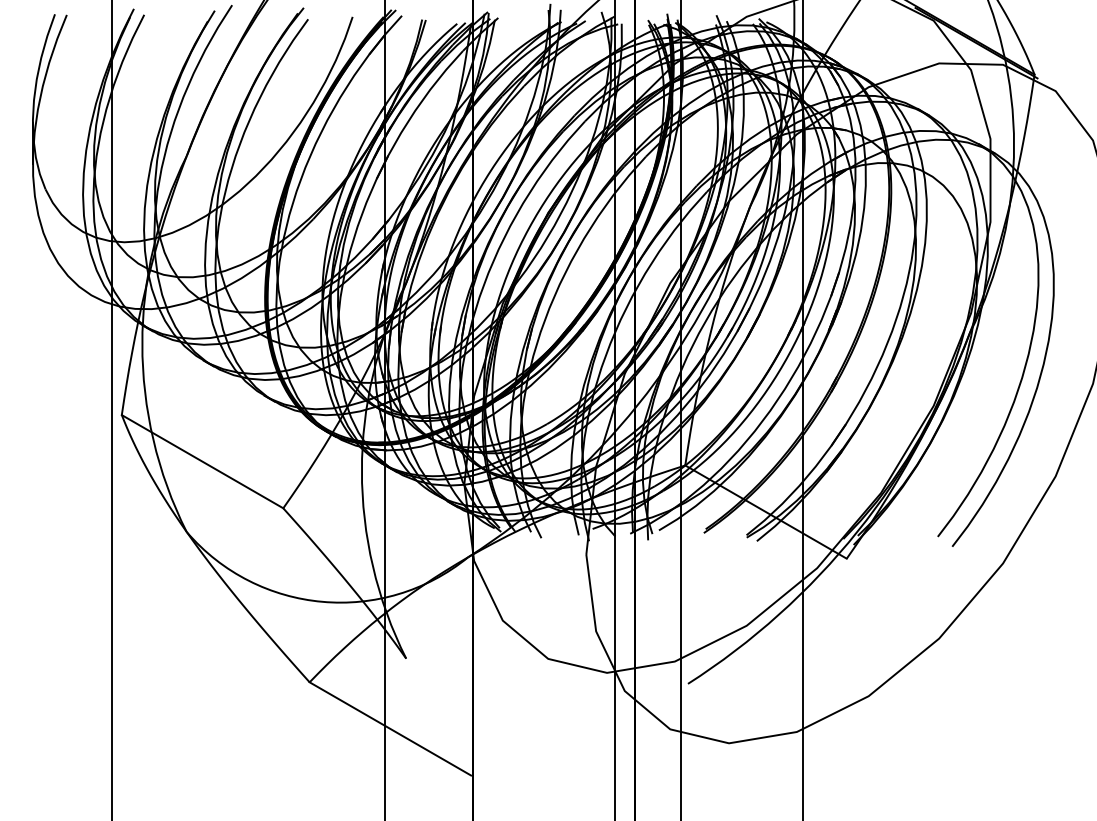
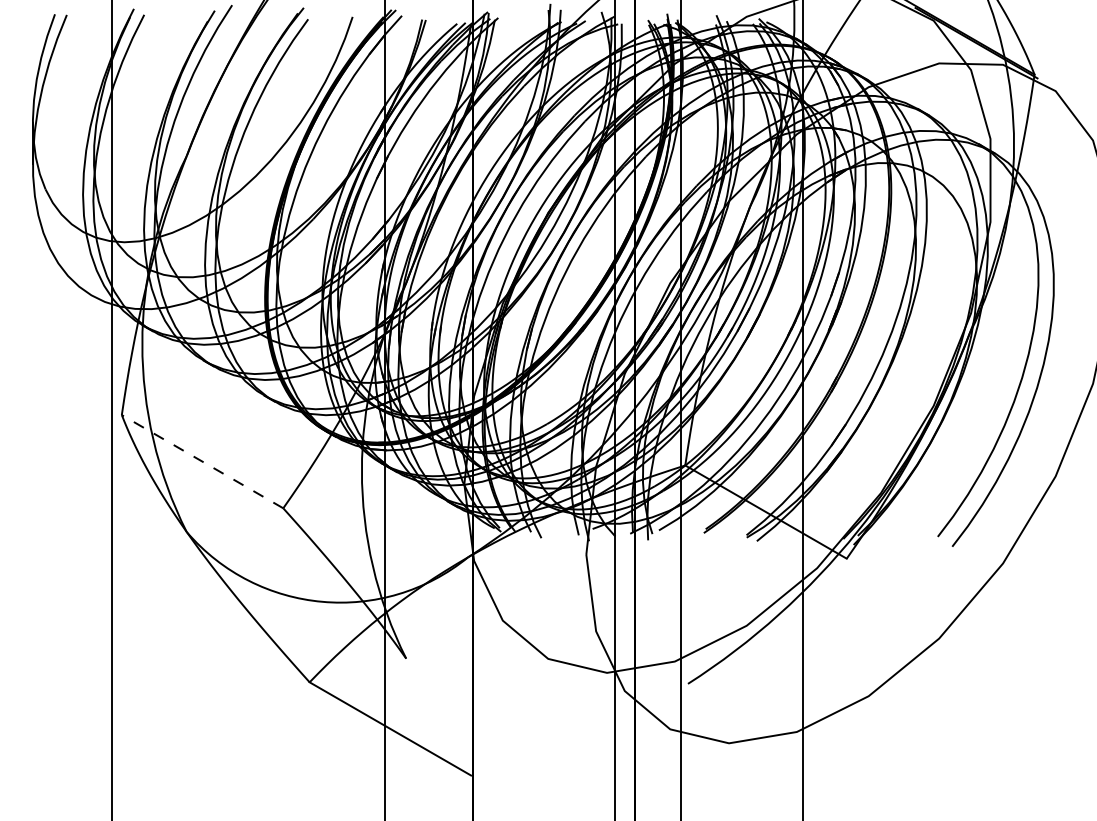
line at (202, 461): solid -> dashed
